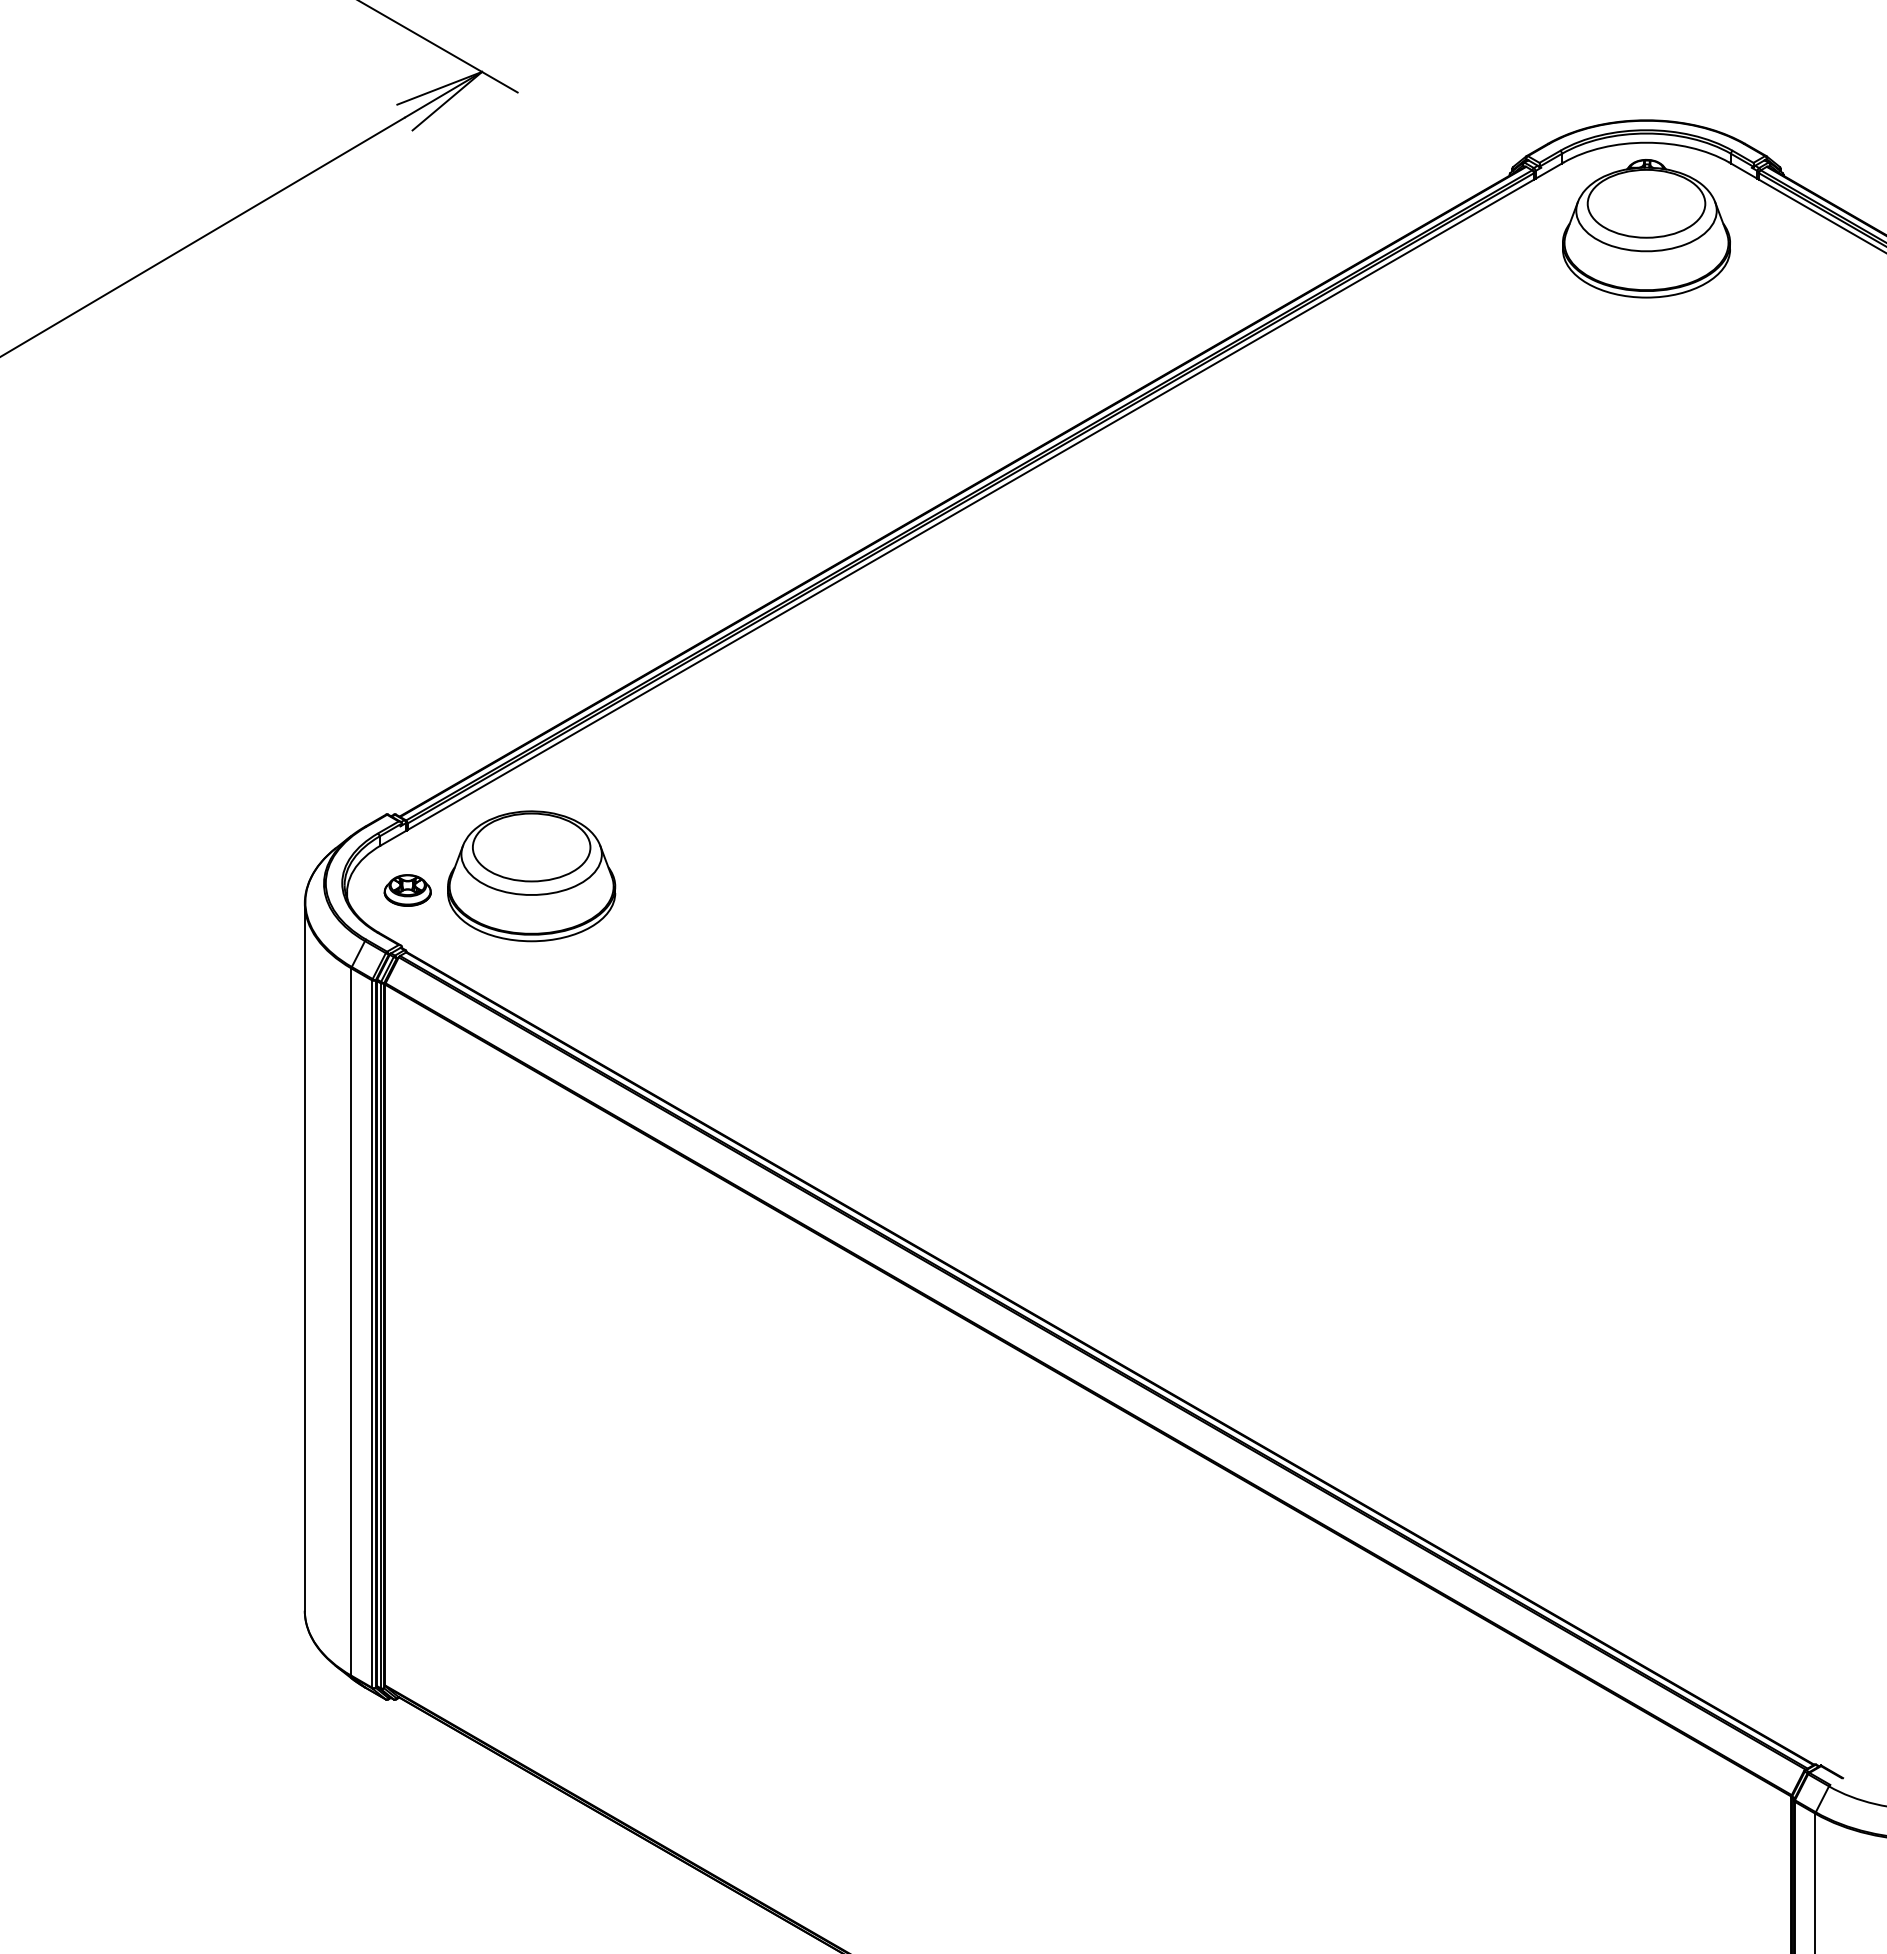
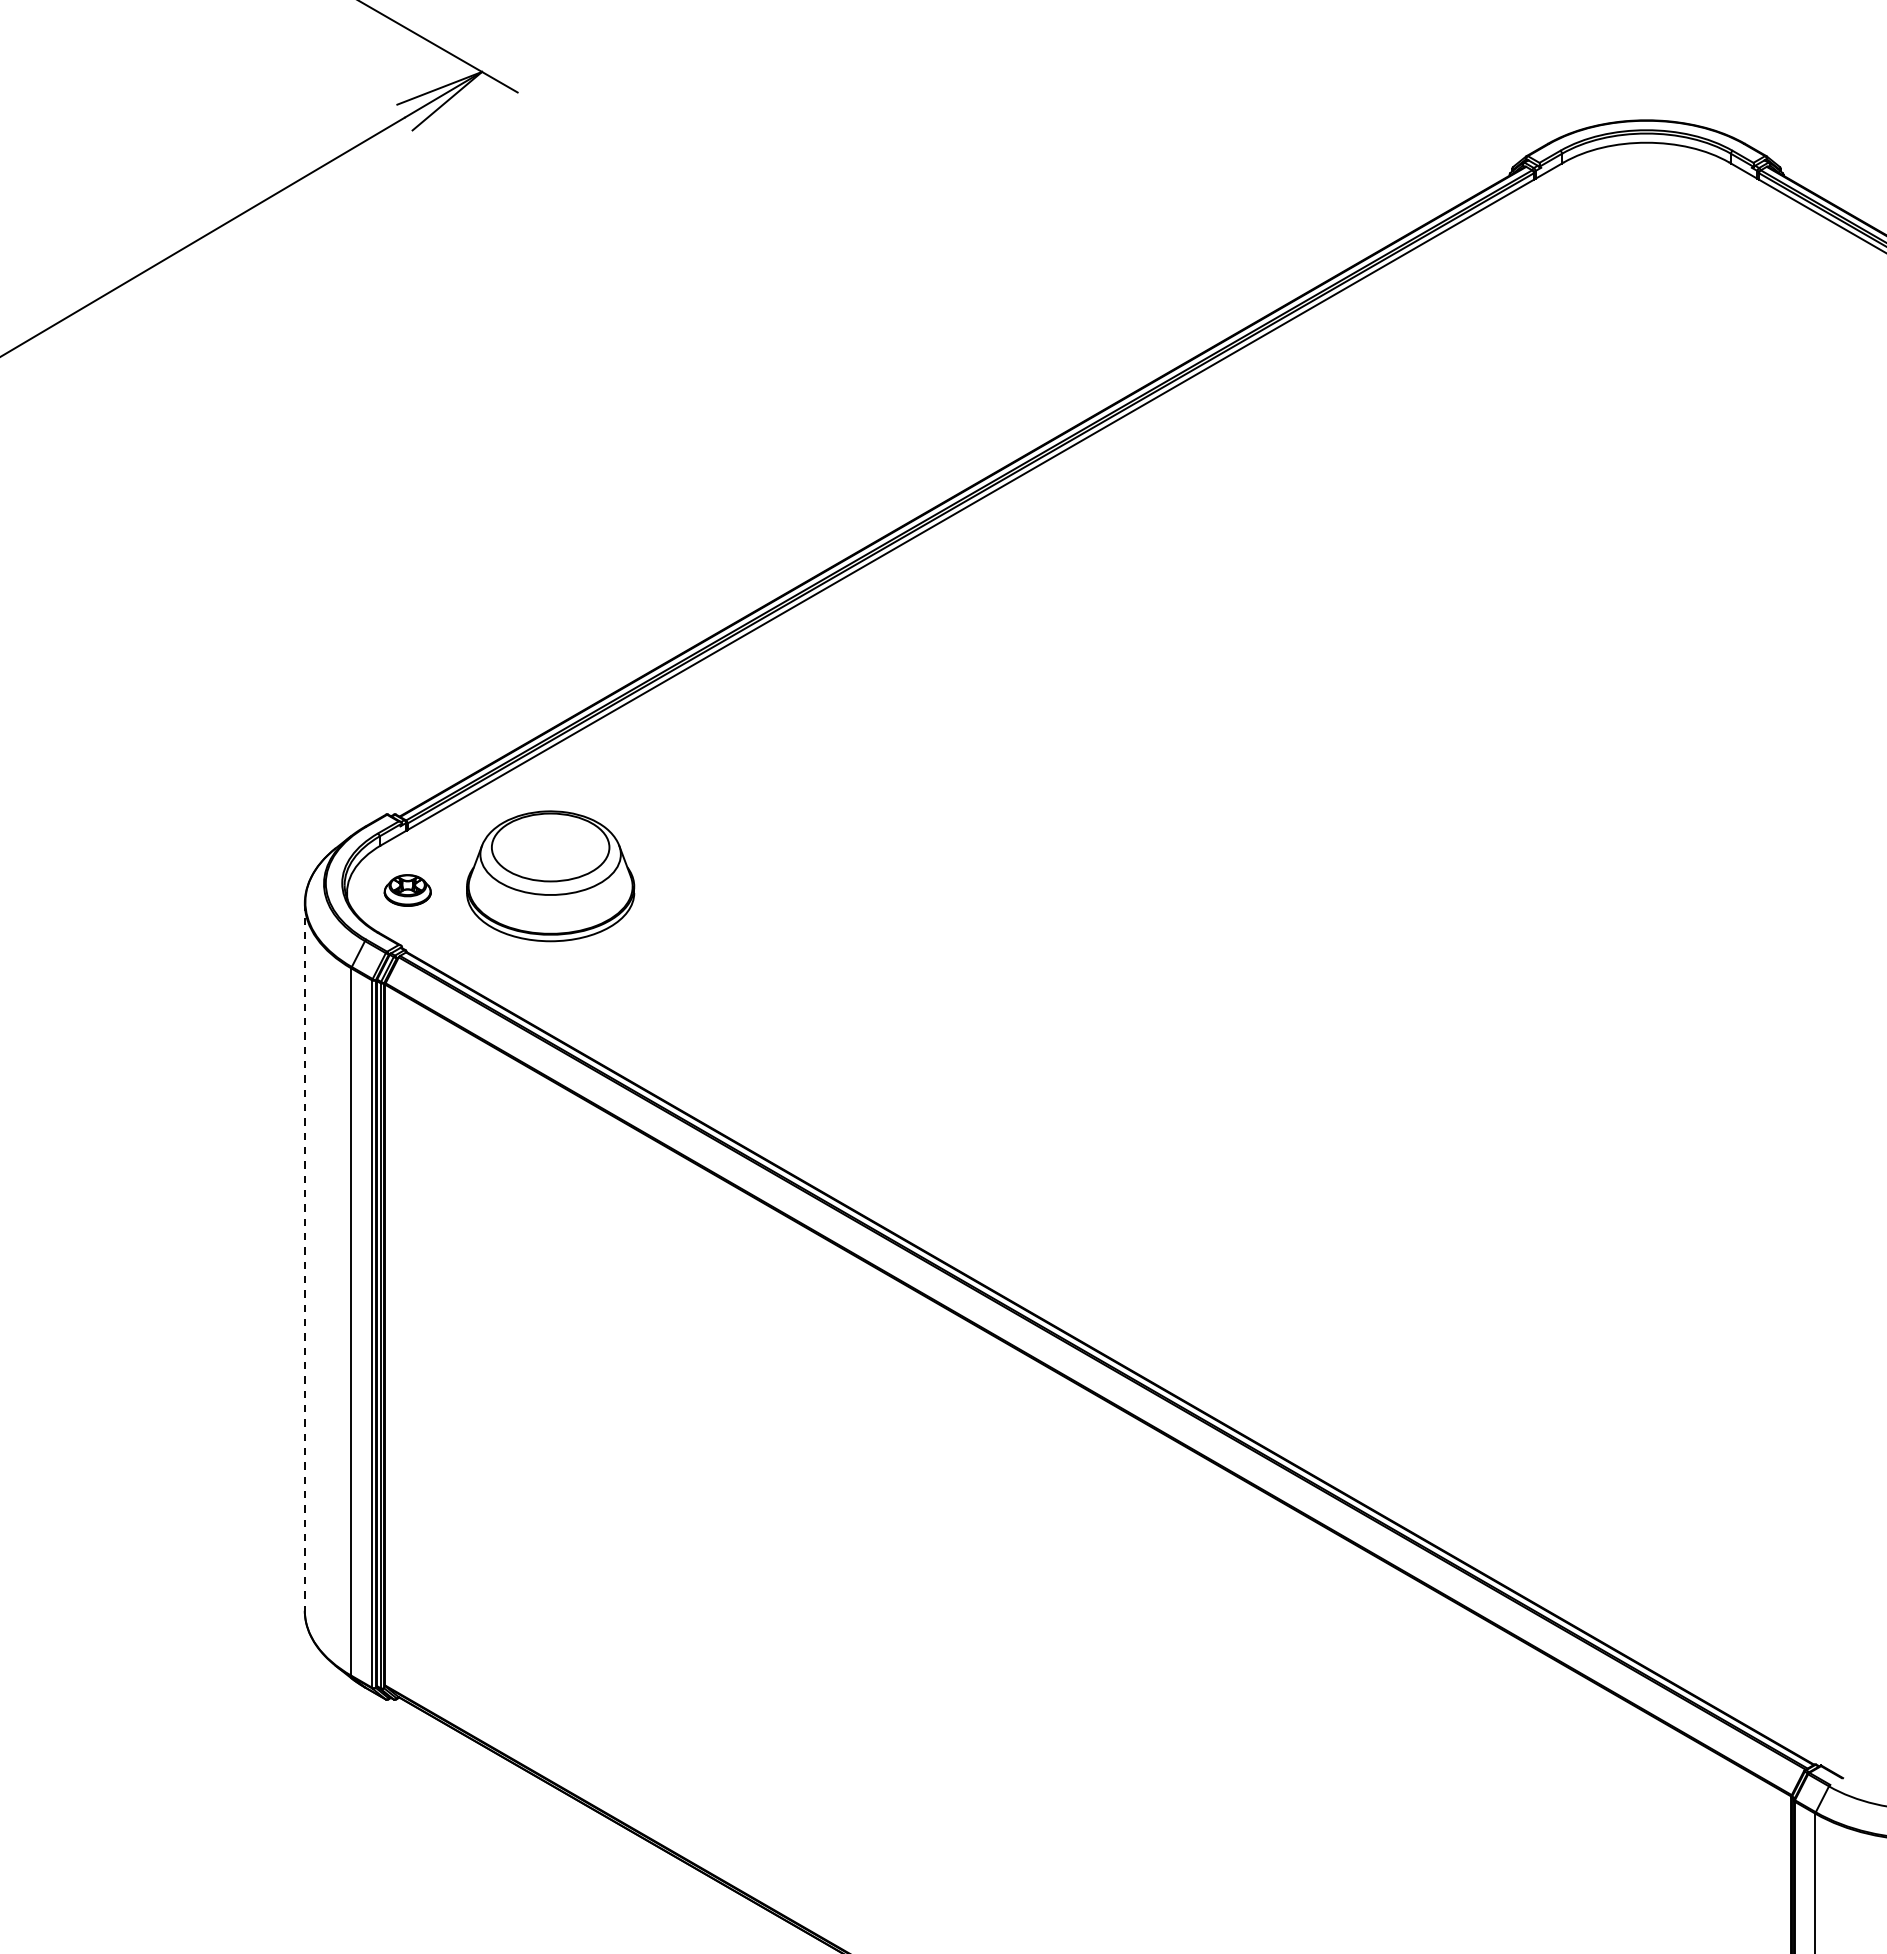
part at (1646, 228): present -> none
part at (531, 876) position: (531, 876) -> (550, 876)
line at (304, 1257): solid -> dashed
